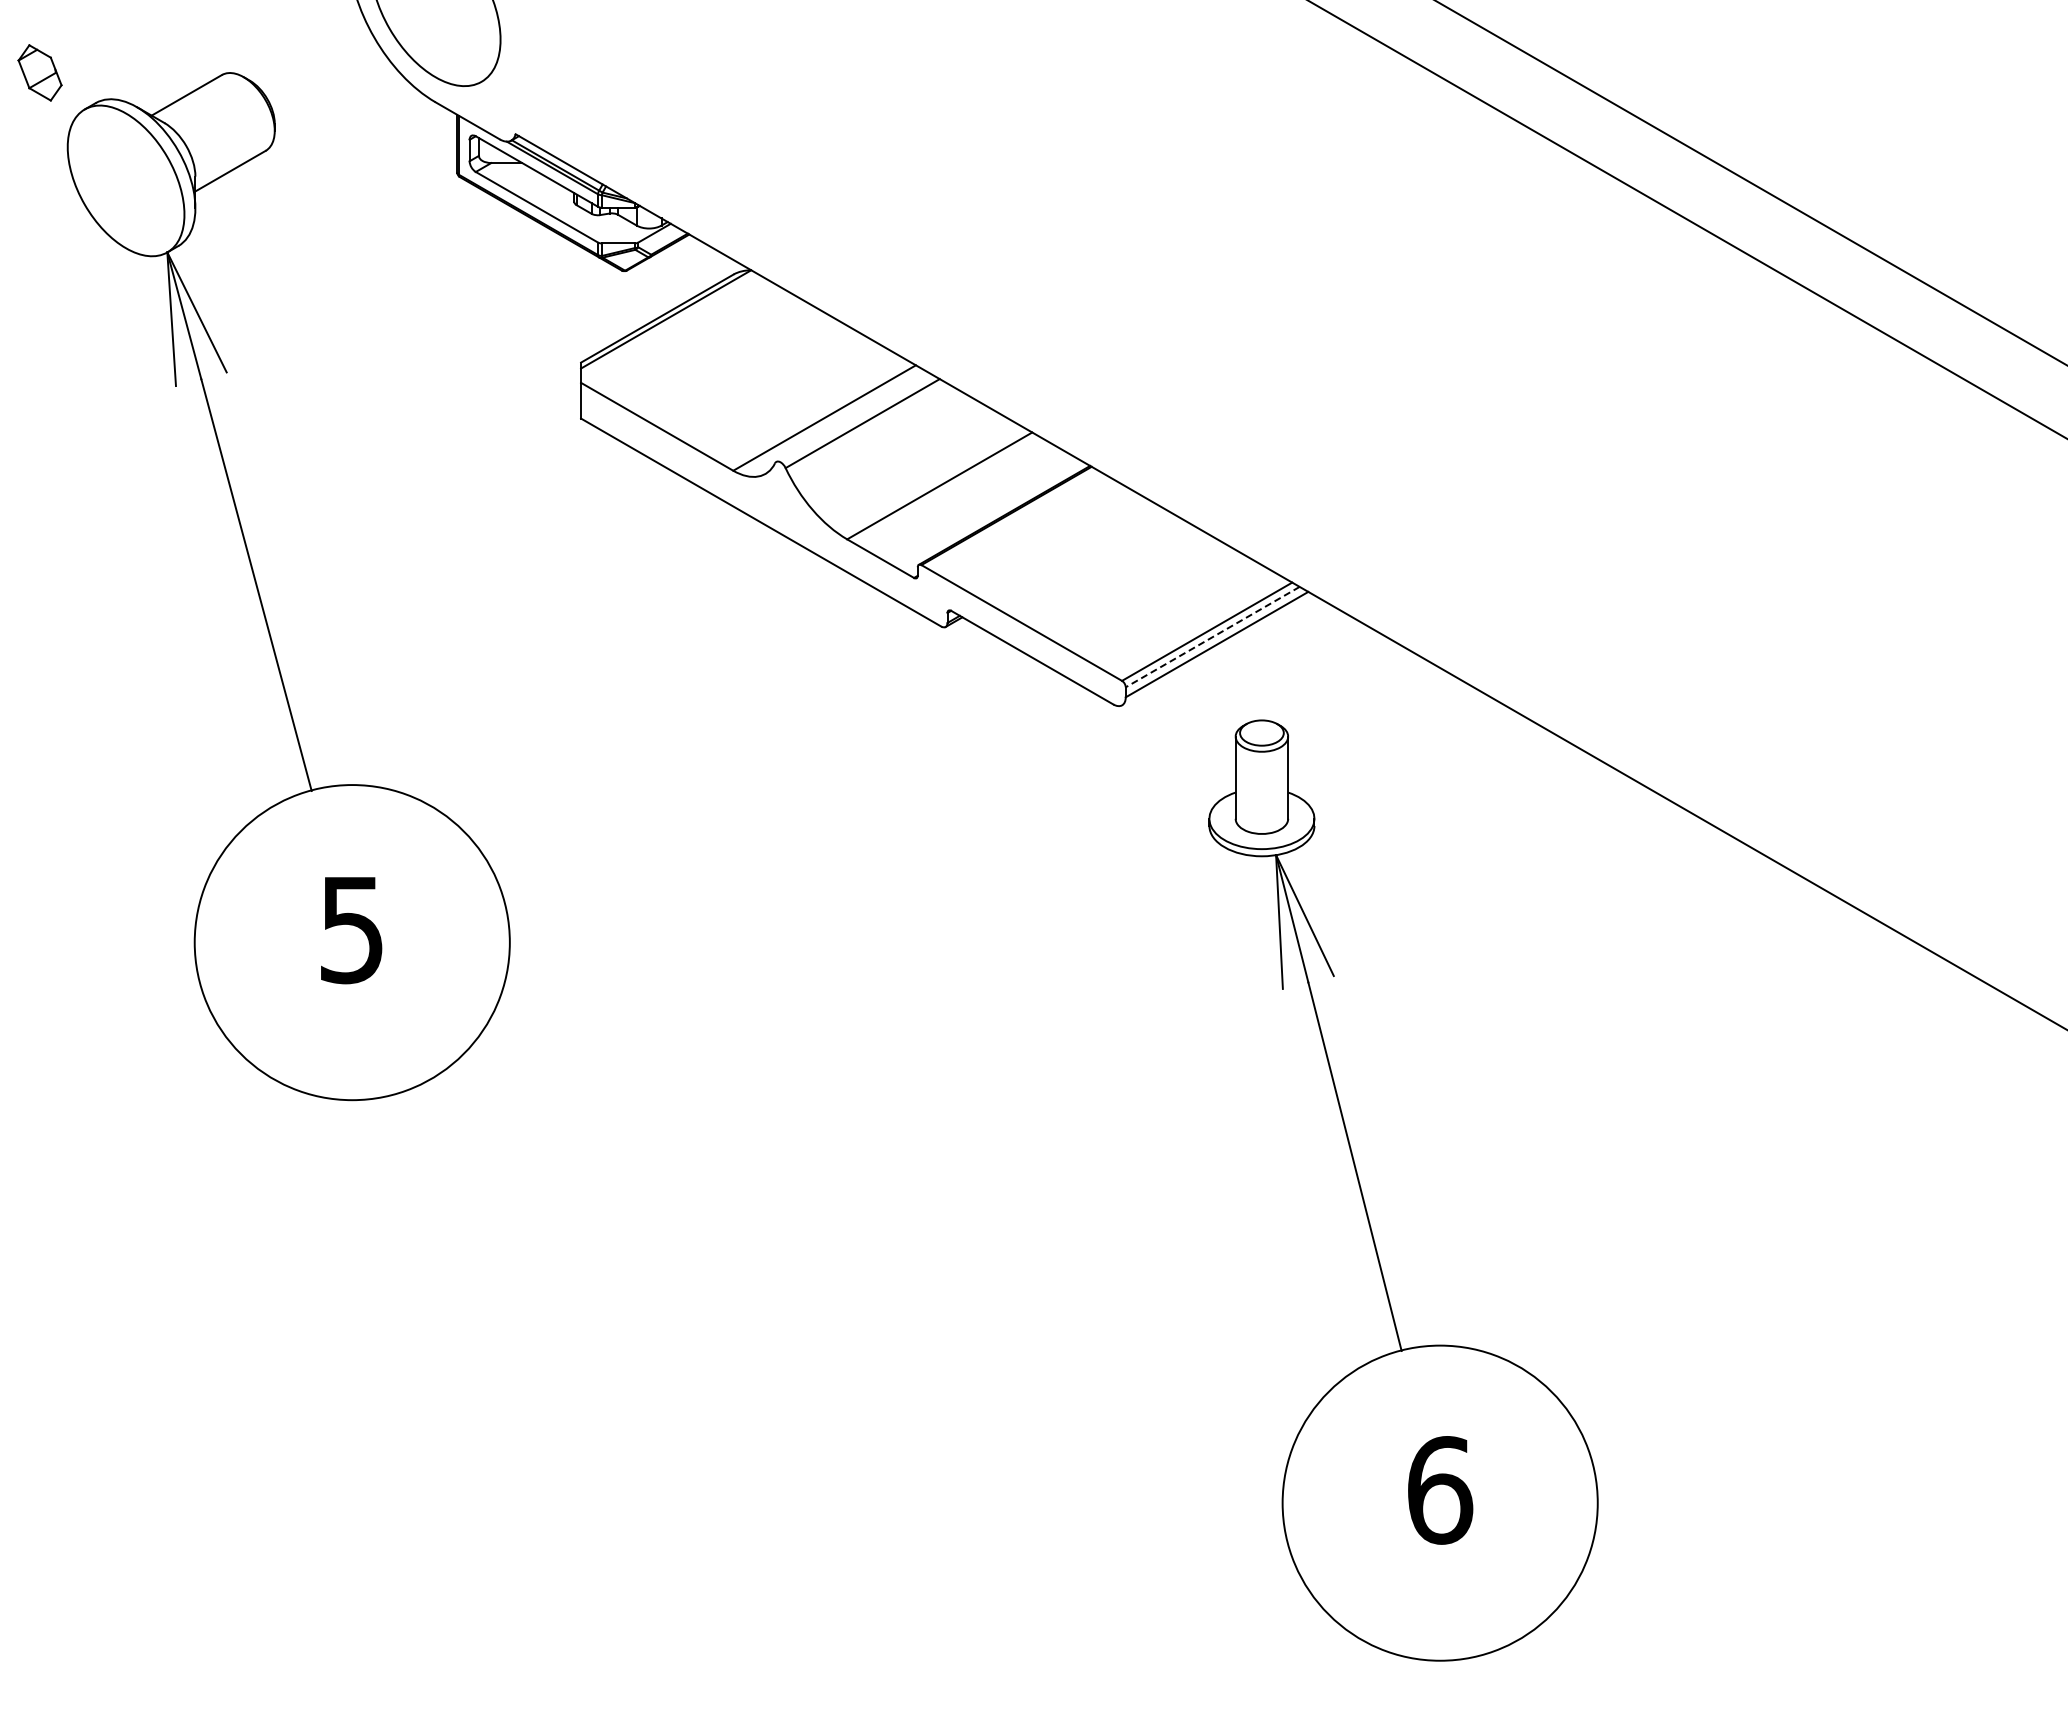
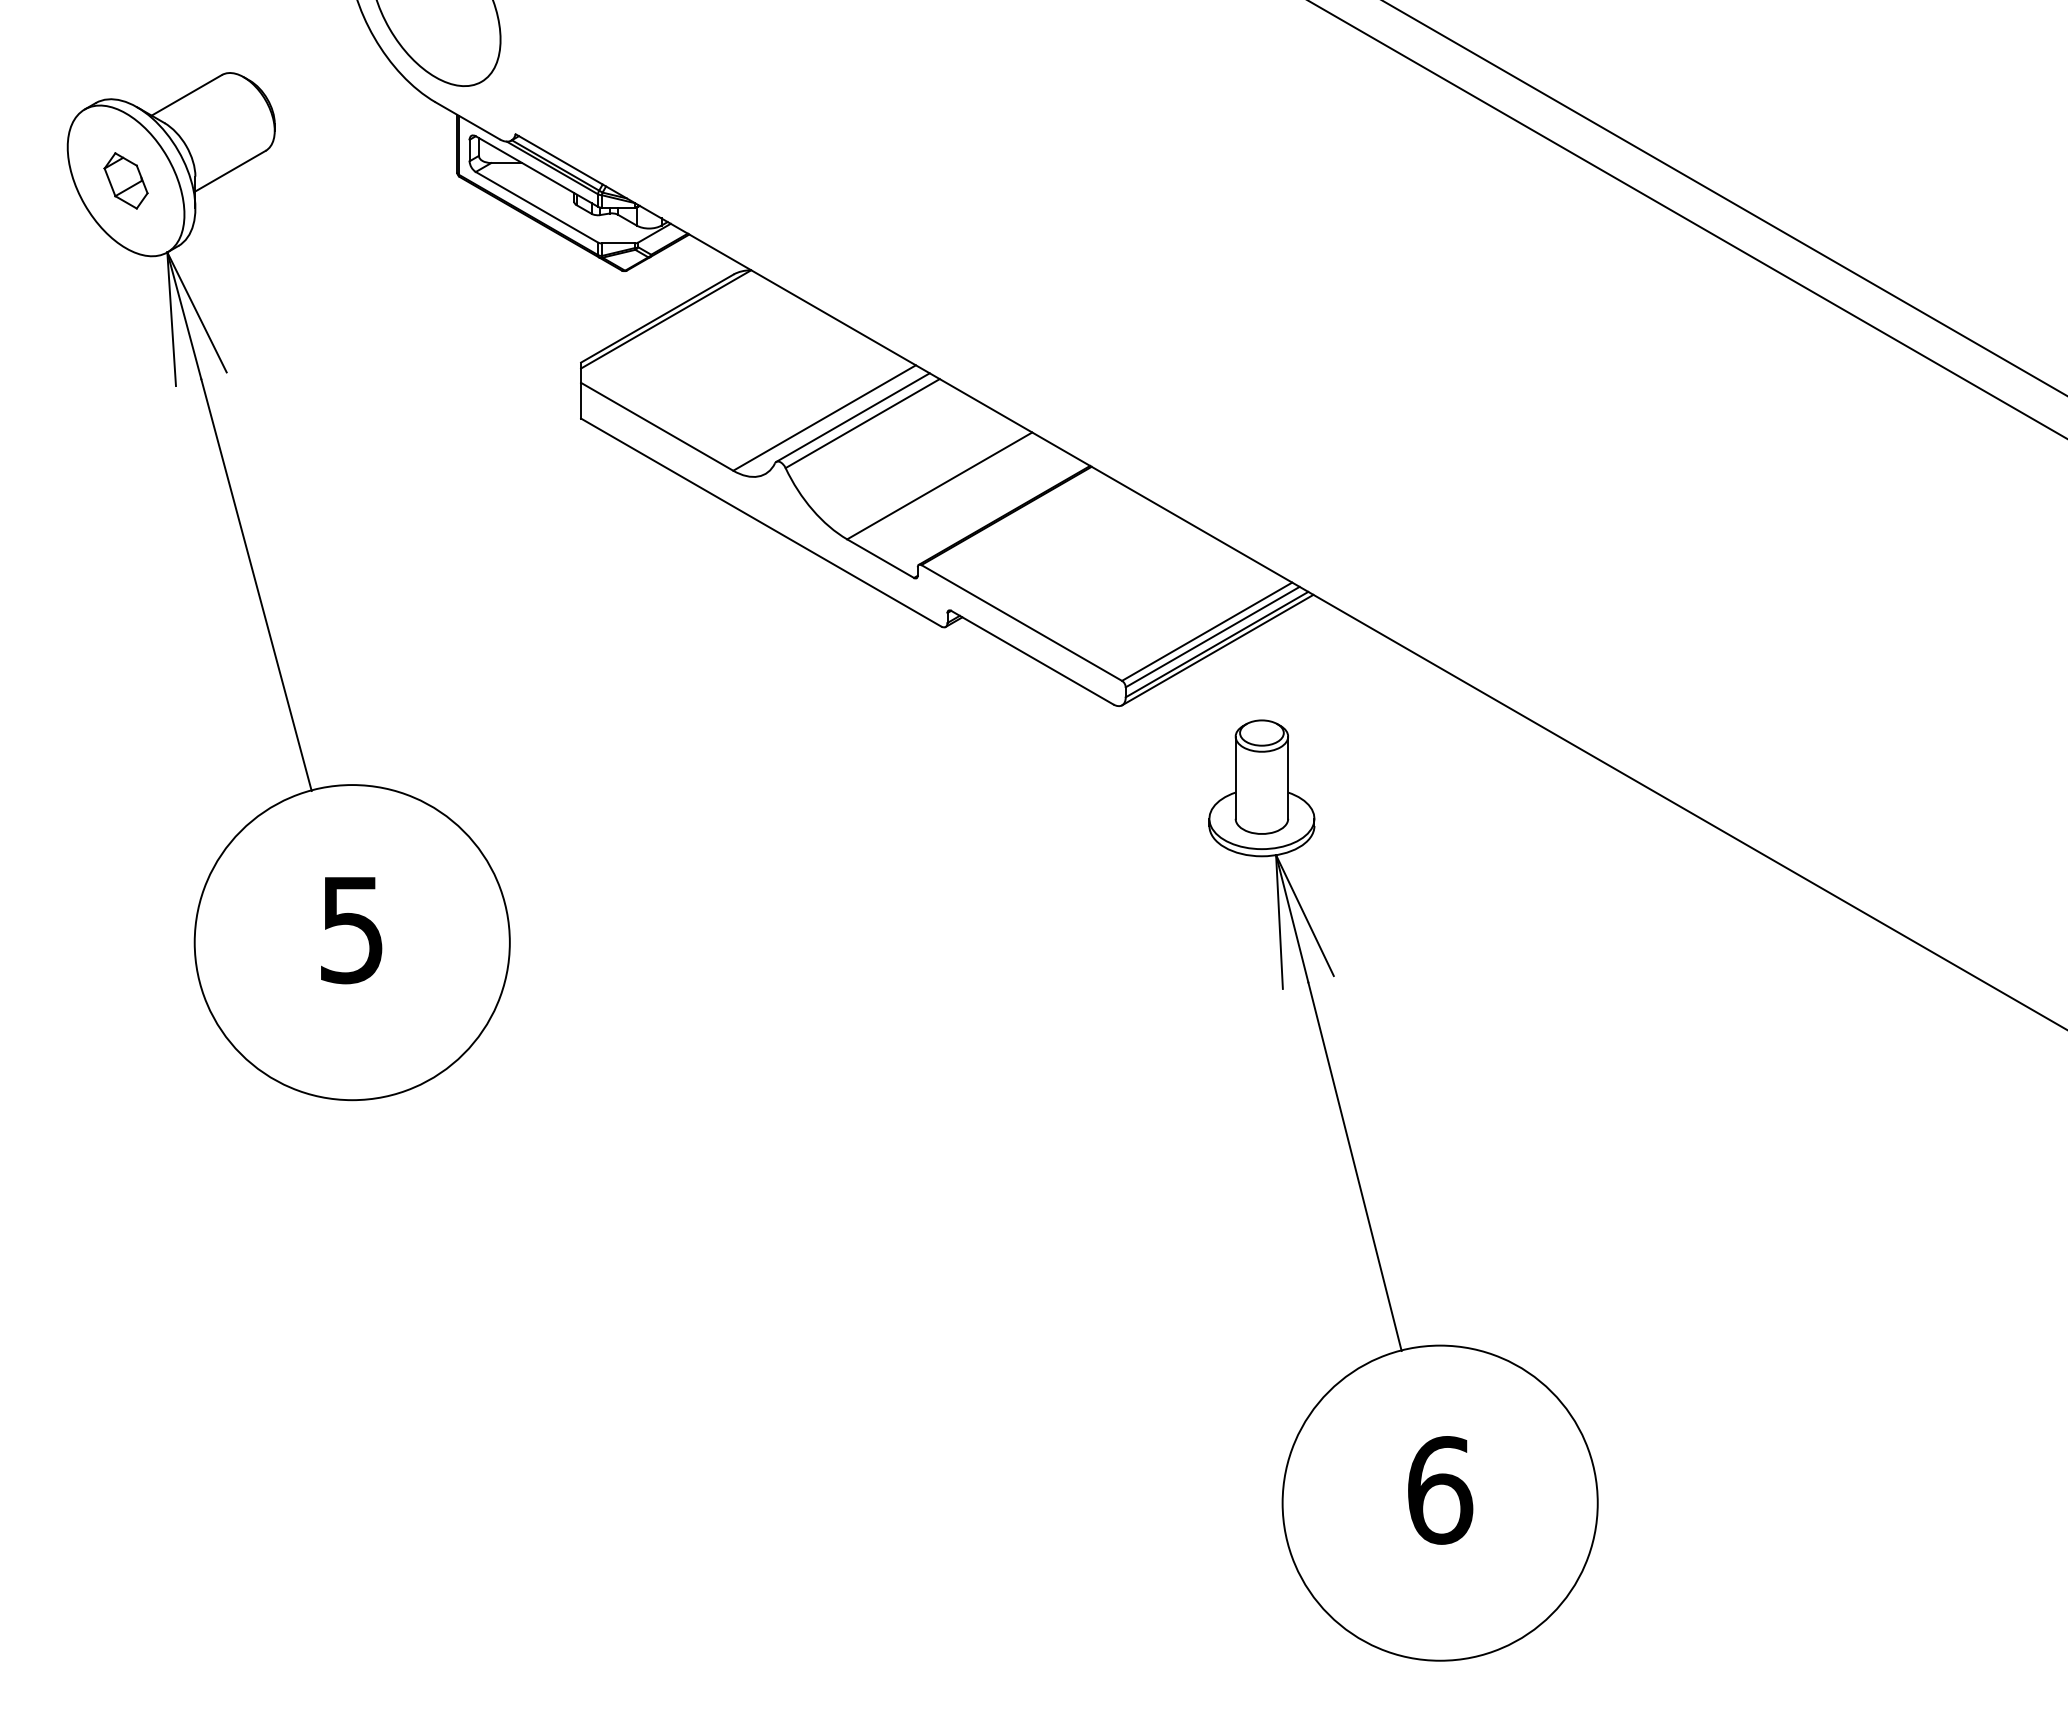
part at (39, 72) position: (39, 72) -> (125, 180)
line at (1751, 182) position: (1751, 182) -> (1724, 198)
line at (852, 417): none -> present
line at (1212, 637): dashed -> solid
line at (1217, 649): none -> present
